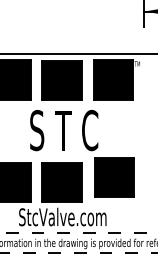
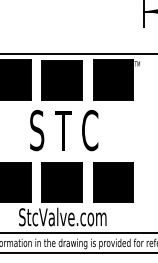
part at (114, 177) position: (114, 177) -> (113, 182)
line at (79, 232): dashed -> solid
line at (79, 252): dashed -> solid
